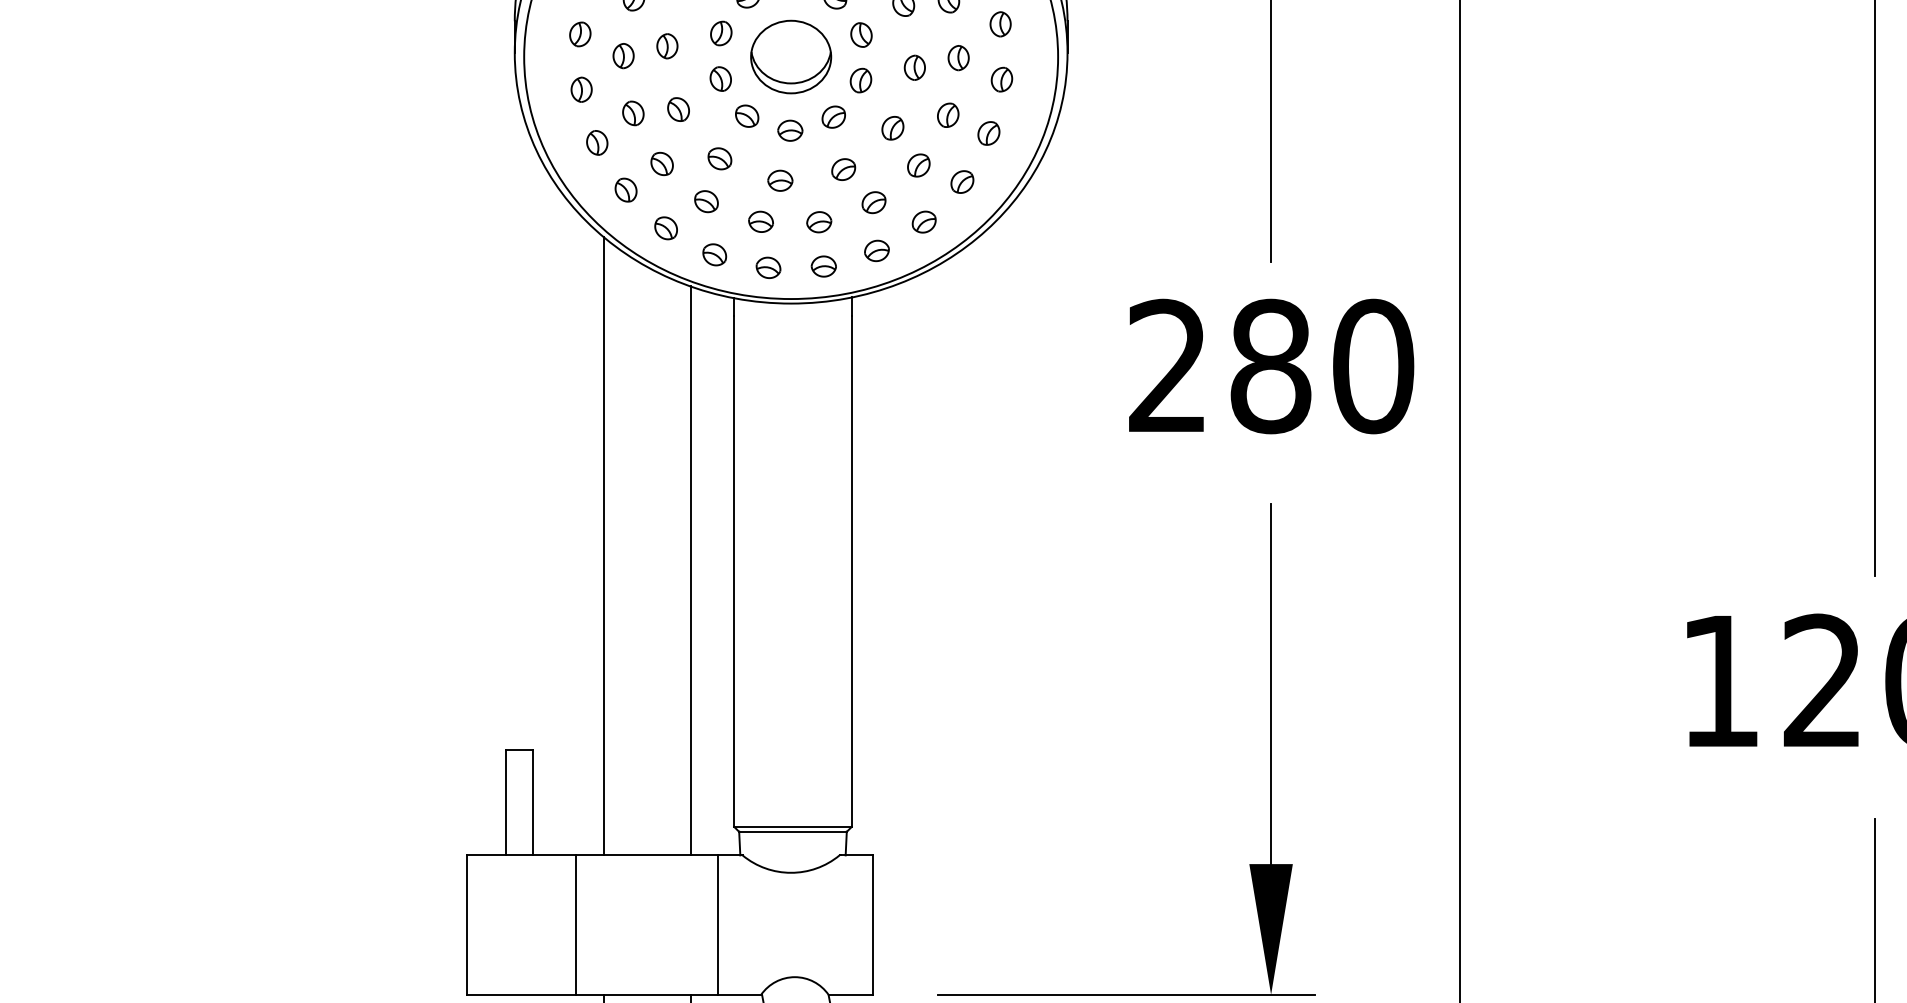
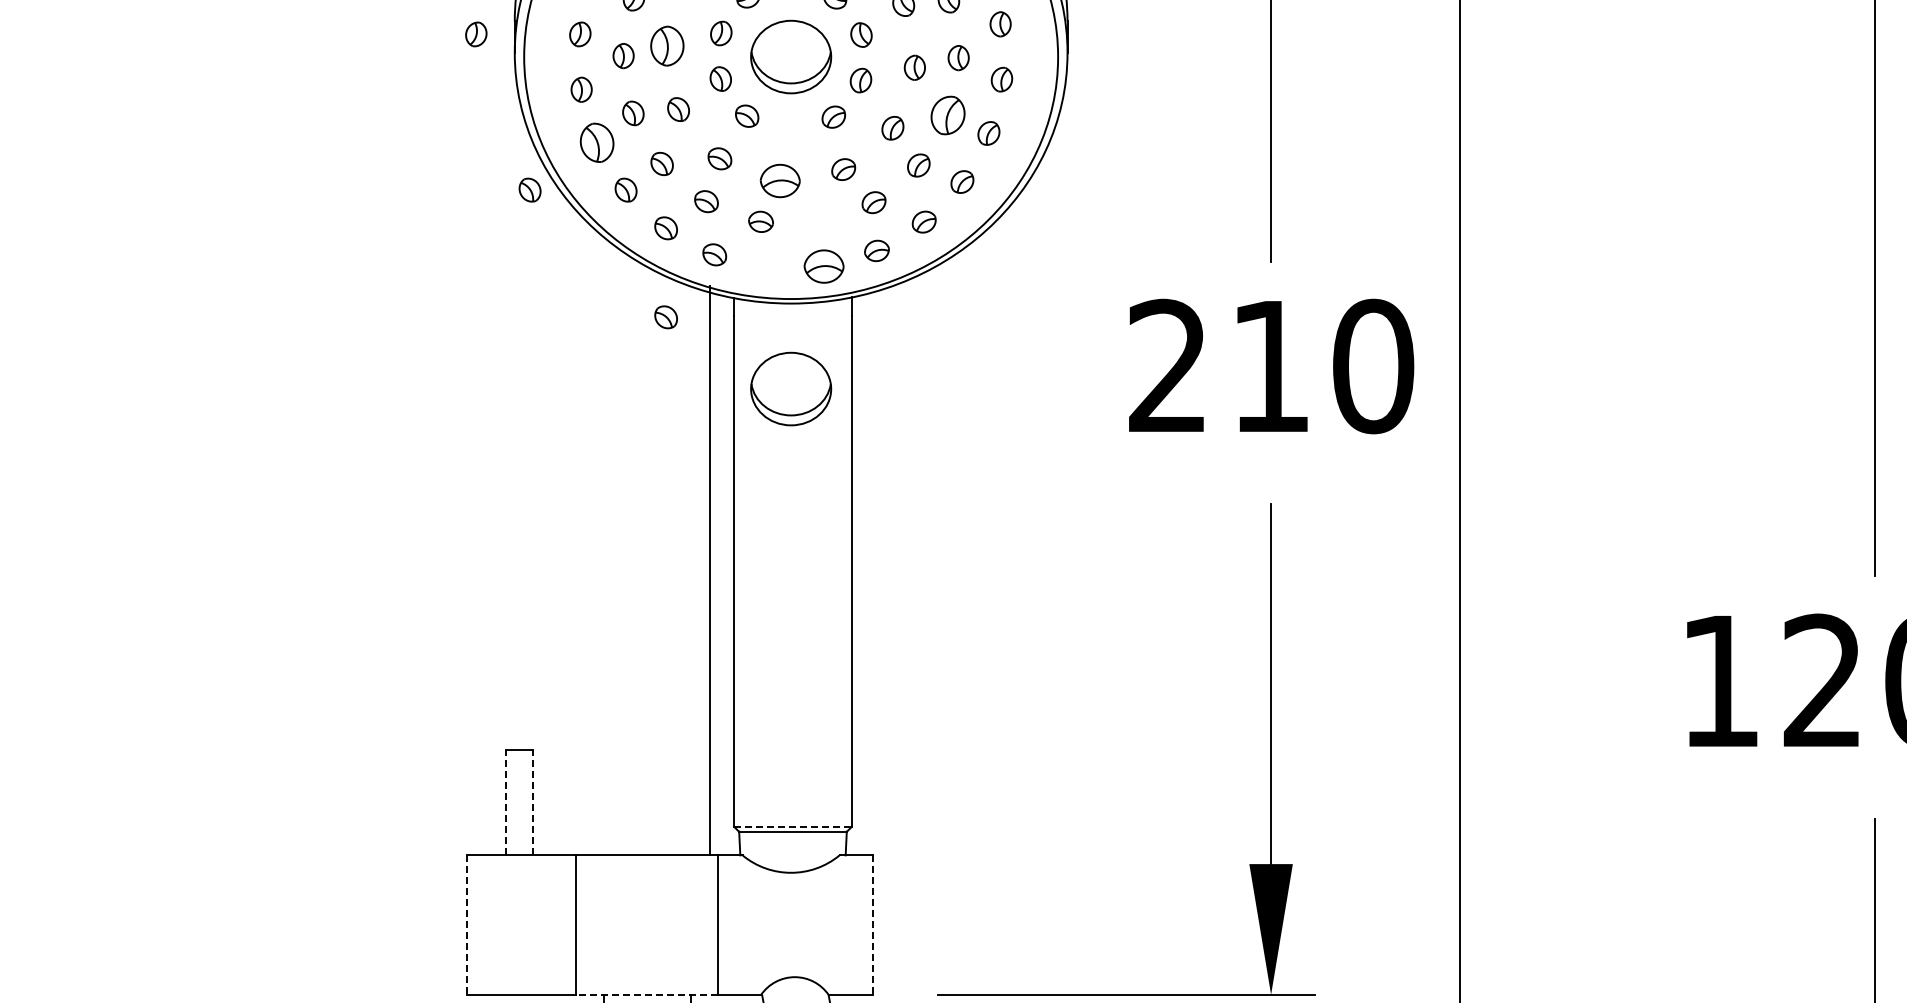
part at (476, 34): none -> present
part at (667, 46) size: 23x27 px -> 35x42 px
part at (948, 114) size: 23x26 px -> 36x41 px
part at (790, 130): present -> none
part at (597, 142) size: 23x26 px -> 36x41 px
part at (780, 180) size: 27x23 px -> 42x36 px
part at (529, 189): none -> present
part at (819, 222): present -> none
part at (823, 266) size: 27x23 px -> 42x35 px
part at (768, 267): present -> none
part at (665, 317): none -> present
text at (1270, 366): 280 -> 210
part at (791, 388): none -> present
line at (603, 546): present -> none
line at (690, 570) position: (690, 570) -> (709, 570)
line at (505, 802): solid -> dashed
line at (533, 802): solid -> dashed
line at (793, 826): solid -> dashed
line at (467, 925): solid -> dashed
line at (872, 925): solid -> dashed
line at (647, 994): solid -> dashed
